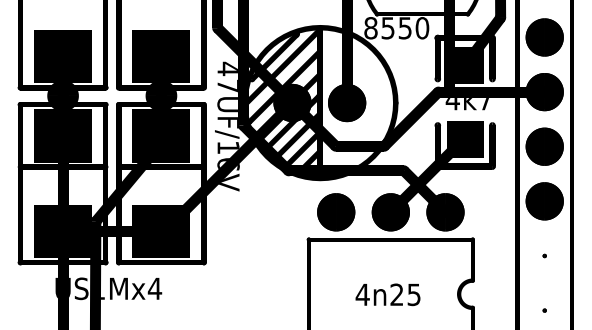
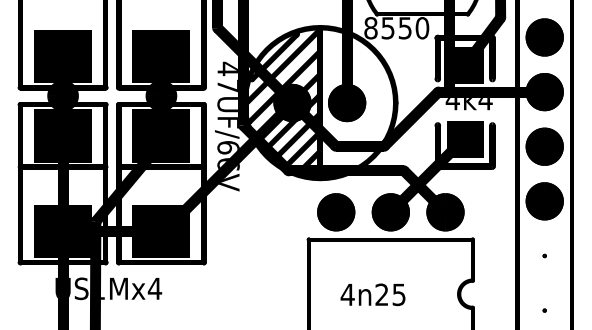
text at (485, 104): 4k7 -> 4k4
text at (228, 147): 47UF/16V -> 47UF/66V
text at (387, 294) position: (387, 294) -> (372, 294)
